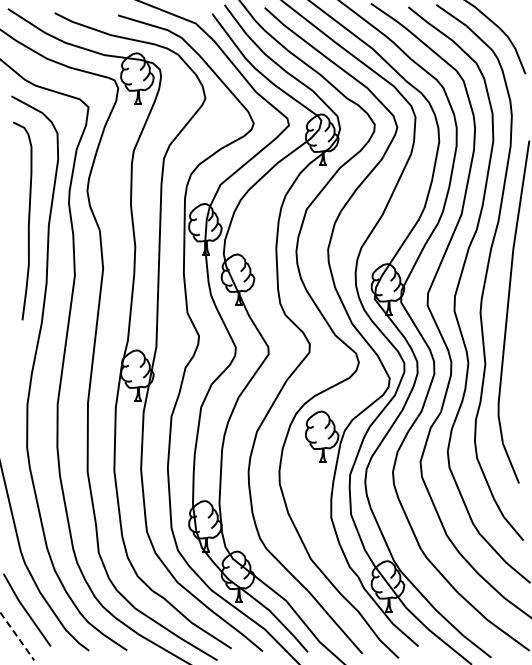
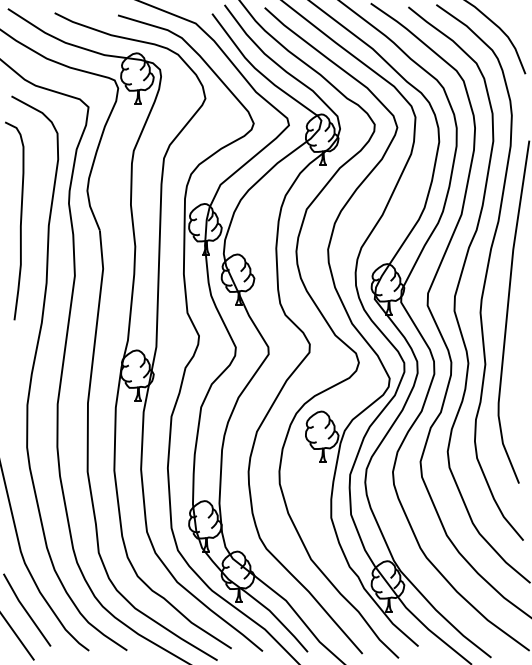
curve at (28, 220) position: (28, 220) -> (20, 220)
line at (17, 636): dashed -> solid
